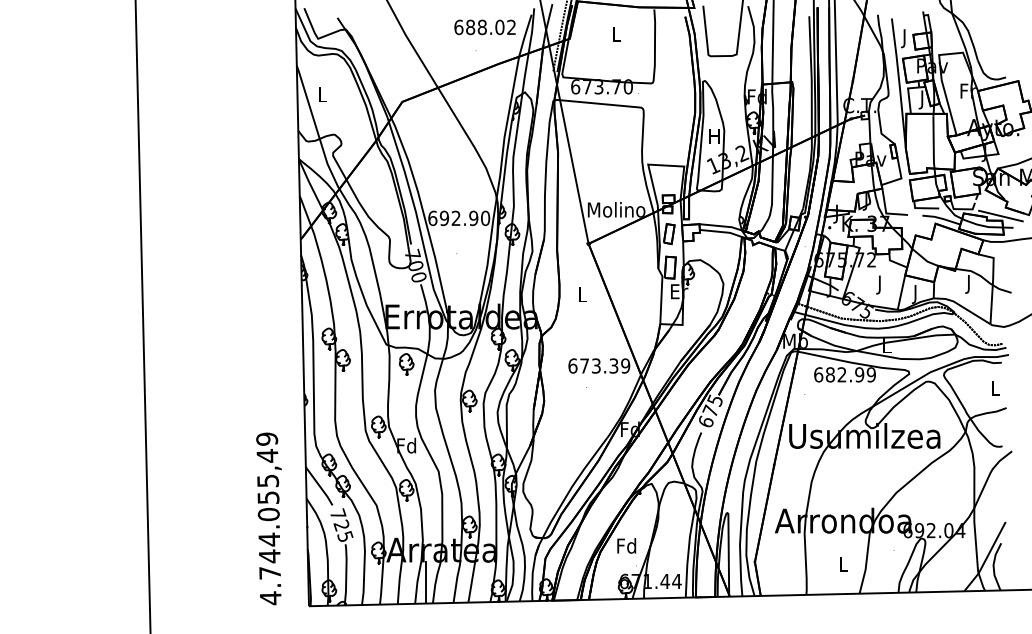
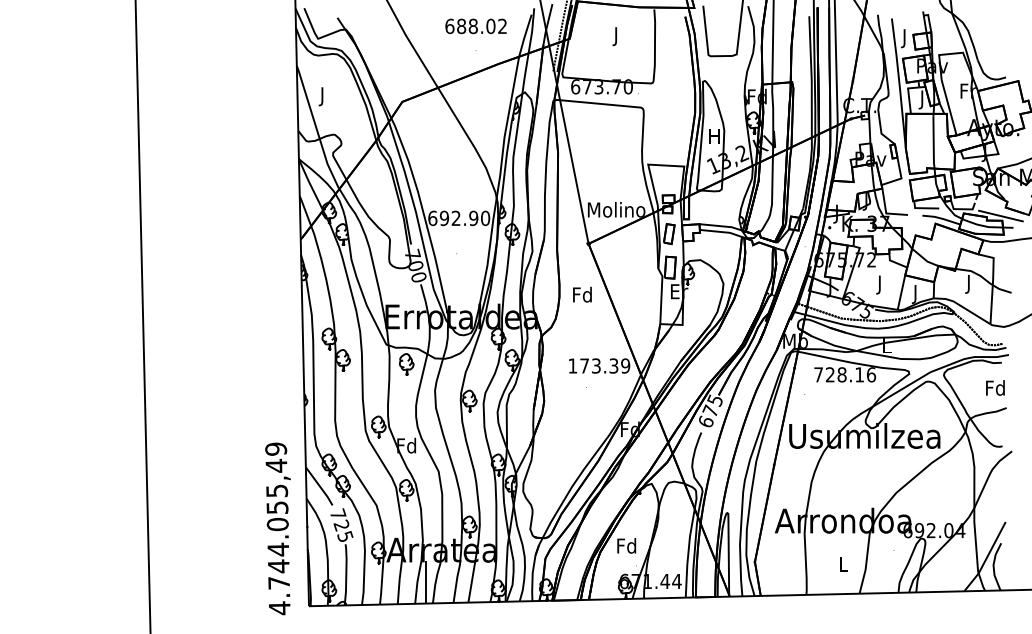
text at (484, 27) position: (484, 27) -> (475, 26)
text at (616, 36): L -> J
text at (322, 96): L -> J
text at (582, 294): L -> Fd
text at (572, 365): 673.39 -> 173.39
text at (845, 374): 682.99 -> 728.16
text at (995, 387): L -> Fd
text at (268, 518) position: (268, 518) -> (277, 528)
